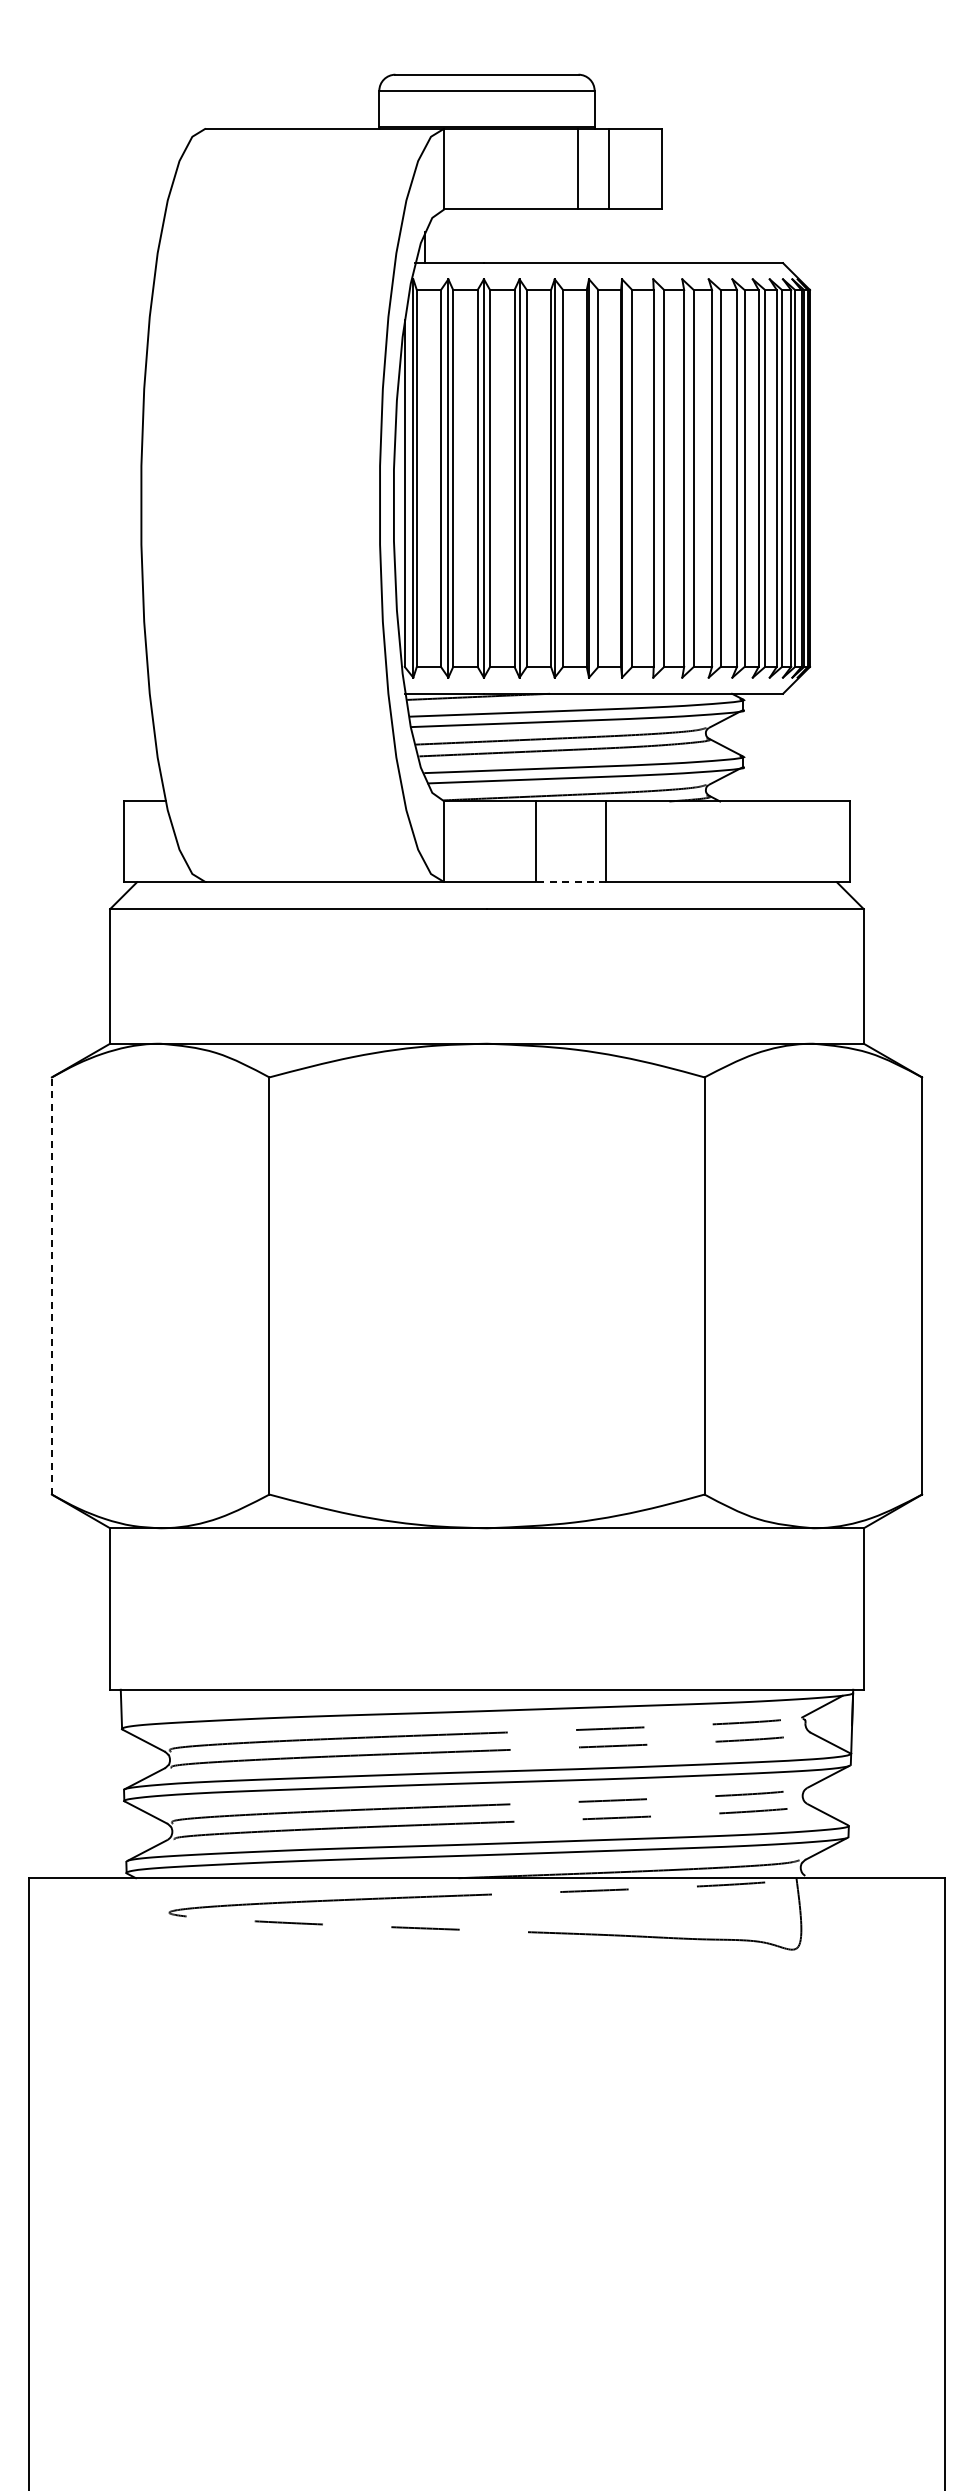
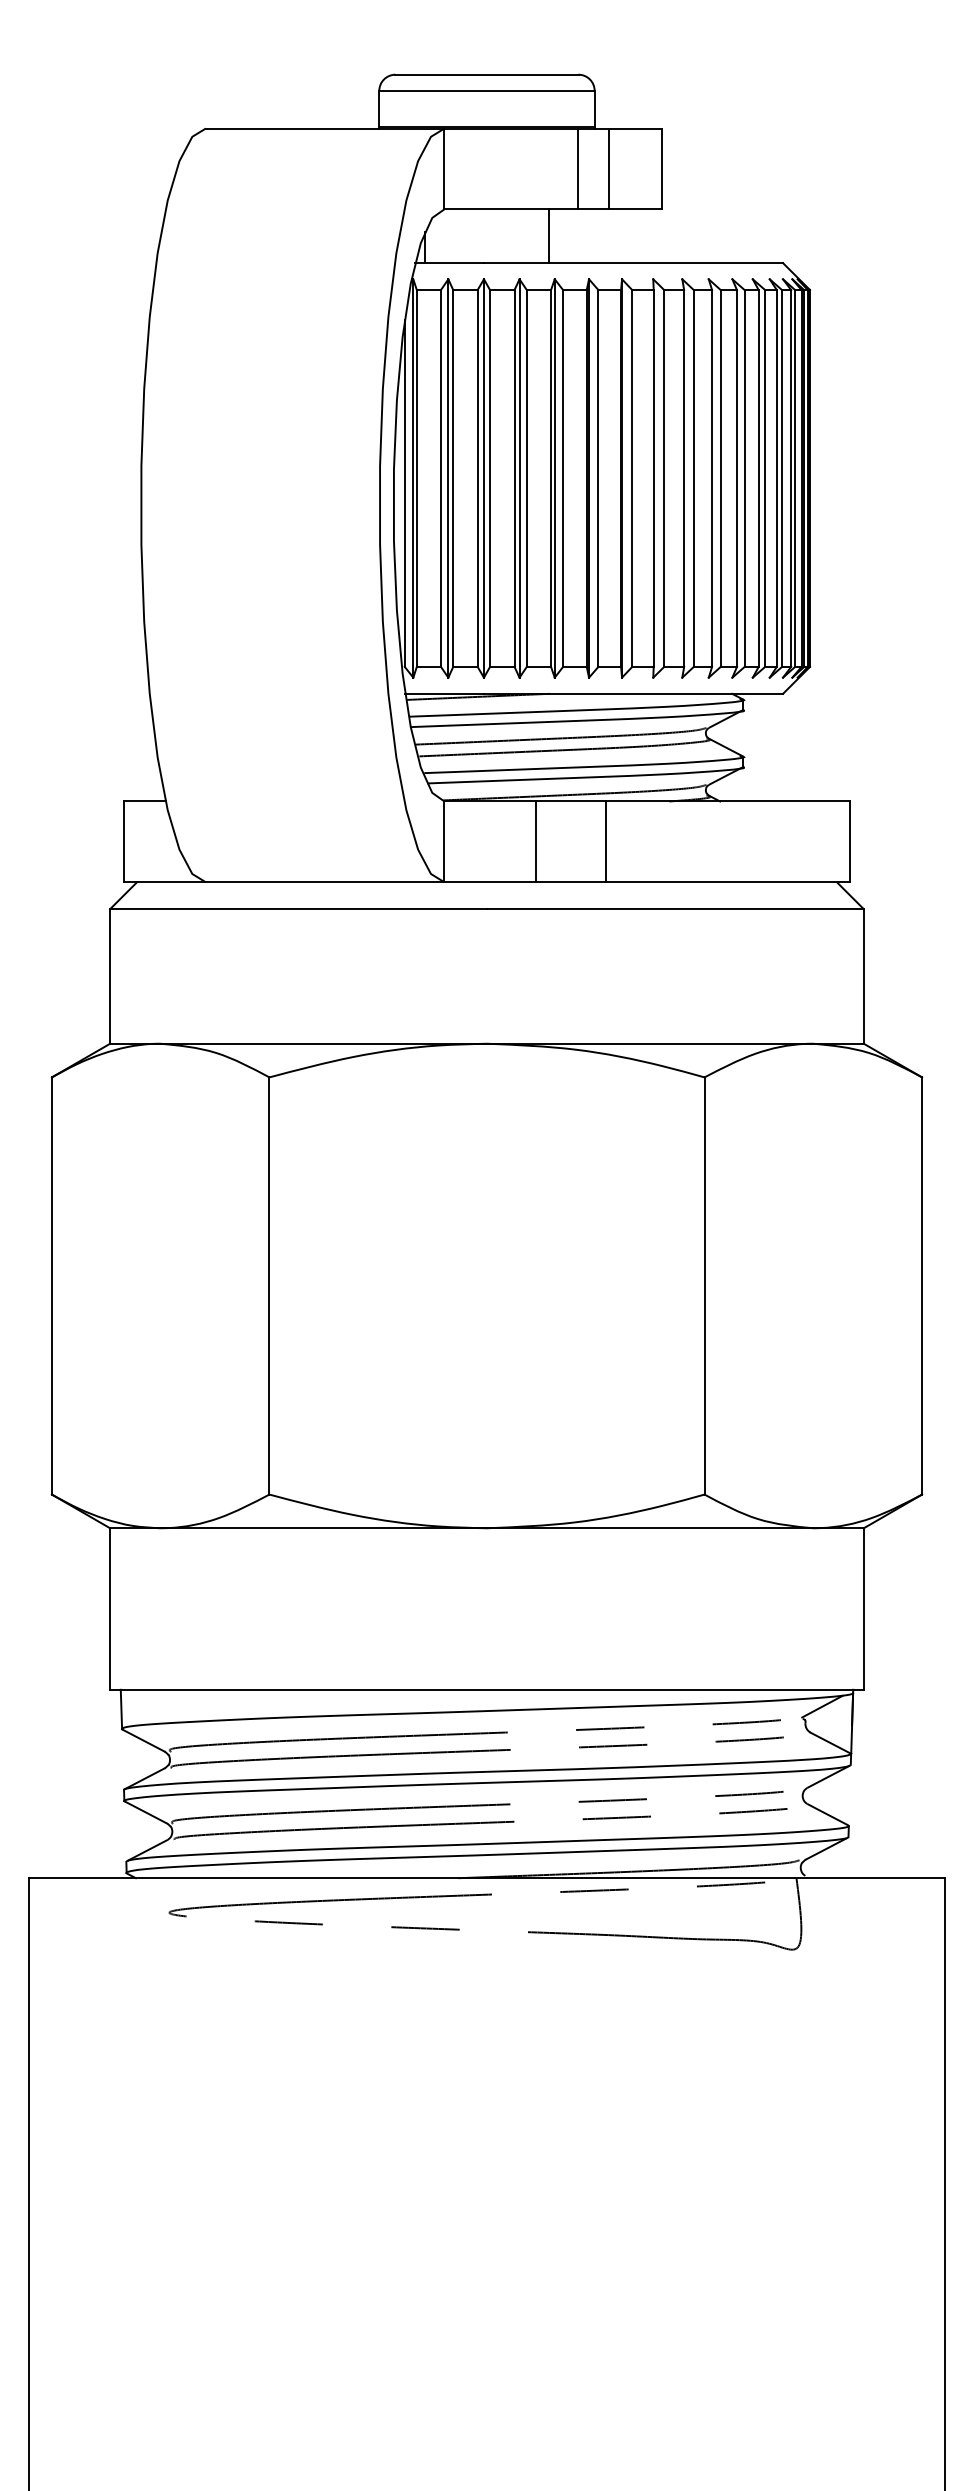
line at (548, 236): none -> present
line at (570, 882): dashed -> solid
line at (51, 1285): dashed -> solid
